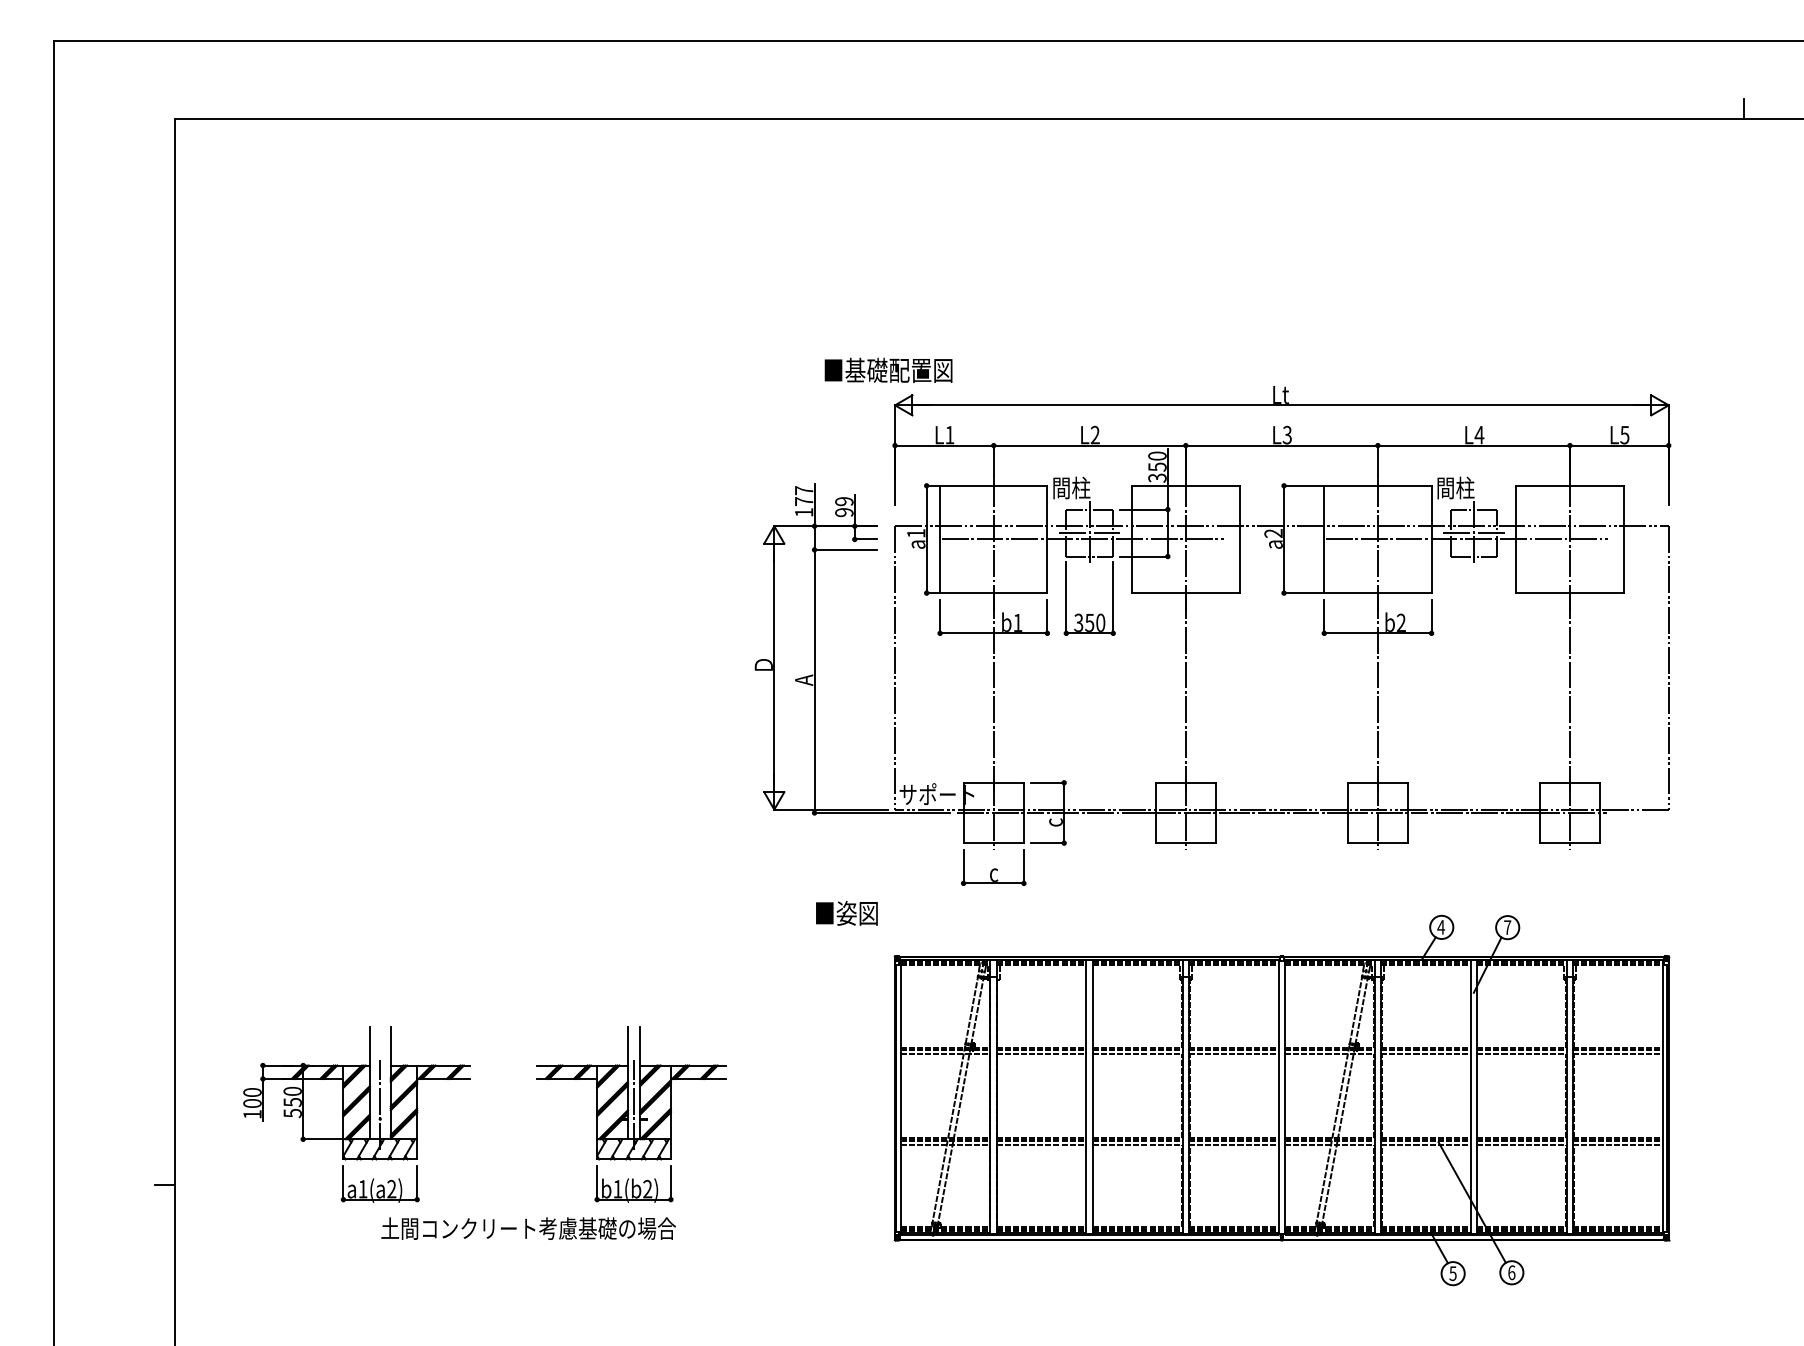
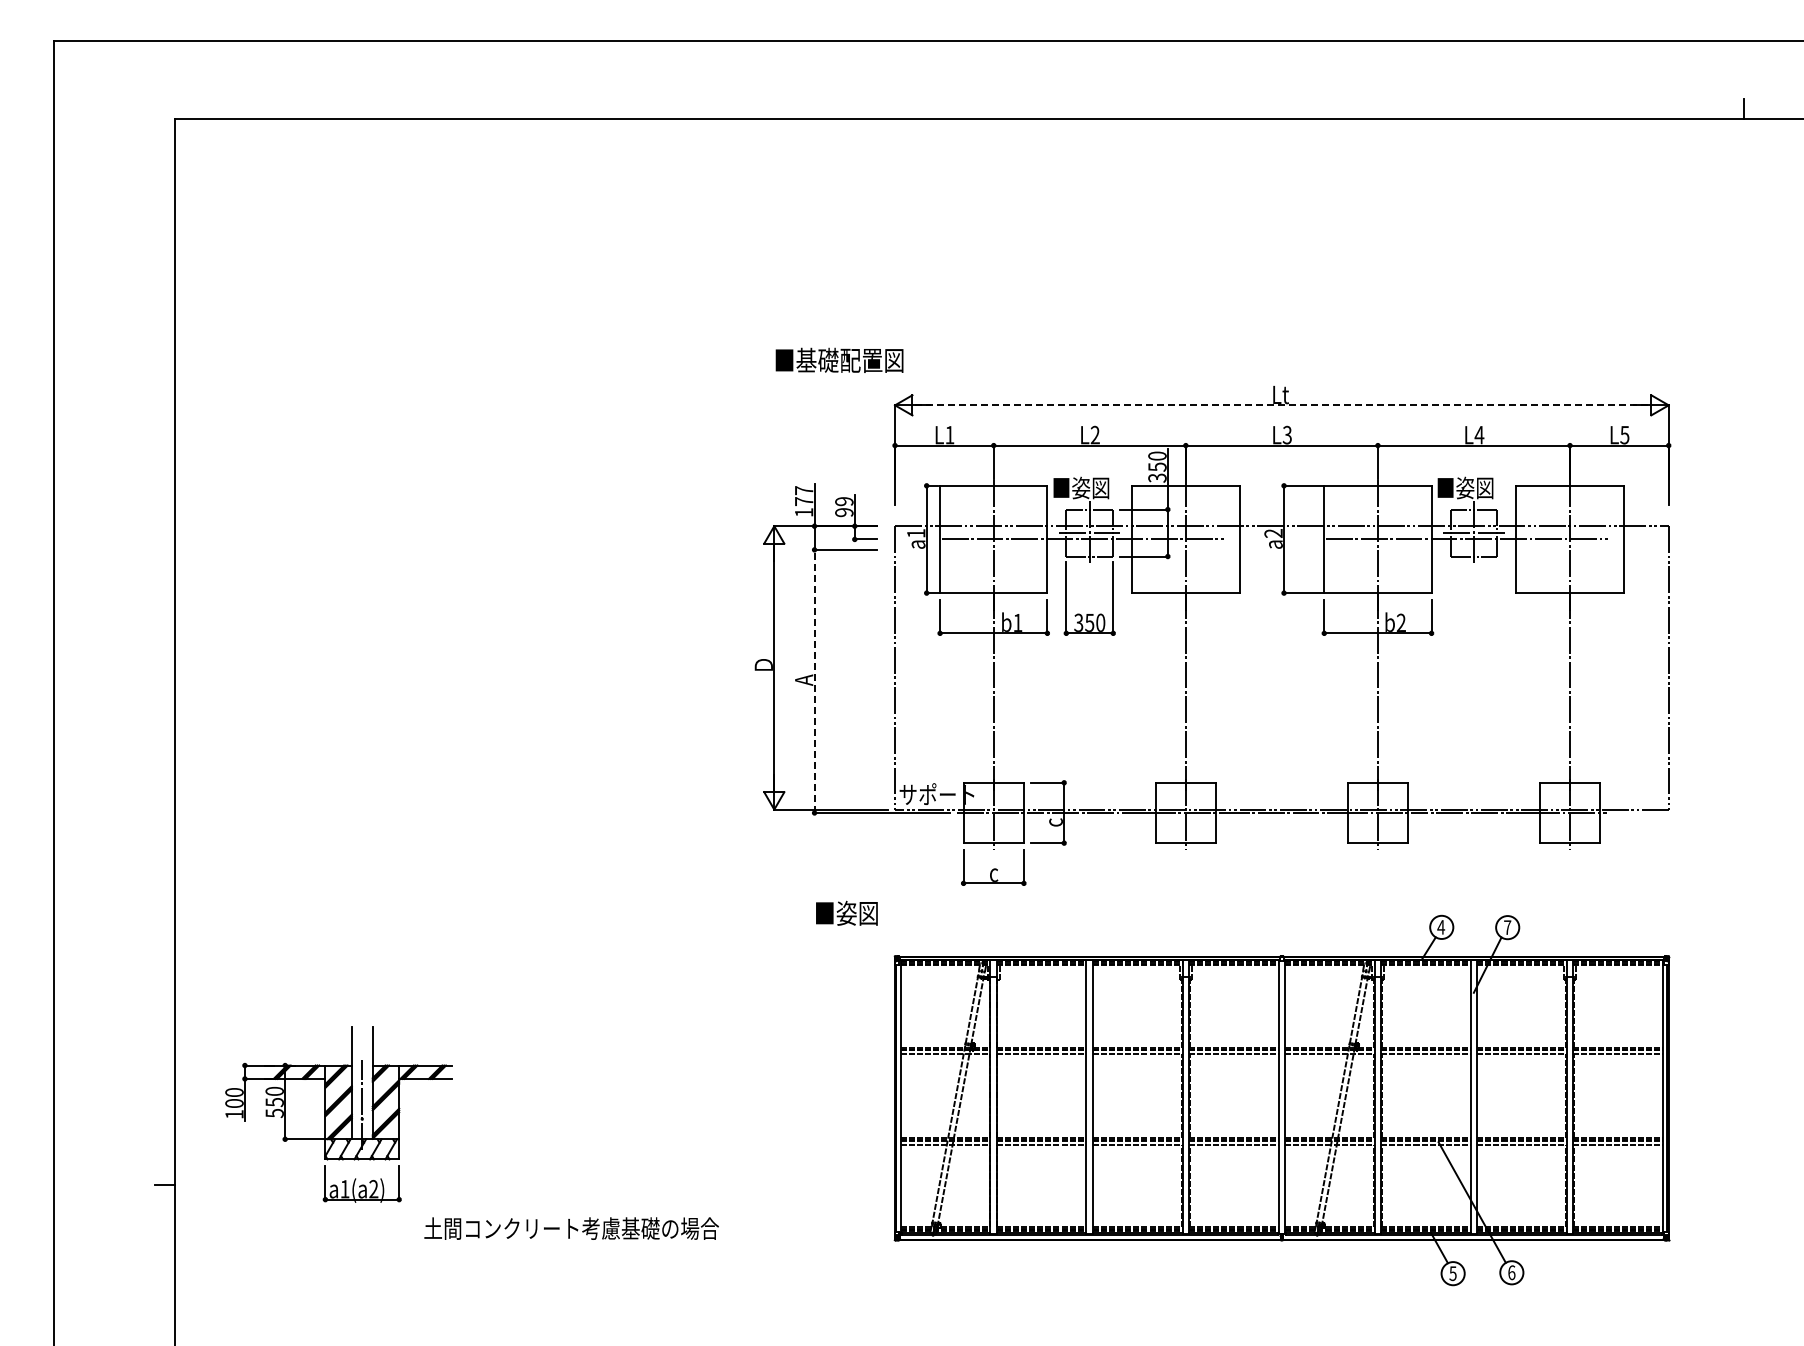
text at (888, 369) position: (888, 369) -> (839, 359)
line at (1281, 405): solid -> dashed
text at (1081, 487): 間柱 -> ■姿図
text at (1465, 487): 間柱 -> ■姿図
line at (814, 681): solid -> dashed
part at (356, 1114) position: (356, 1114) -> (338, 1114)
part at (631, 1114): present -> none
text at (528, 1228) position: (528, 1228) -> (571, 1228)
